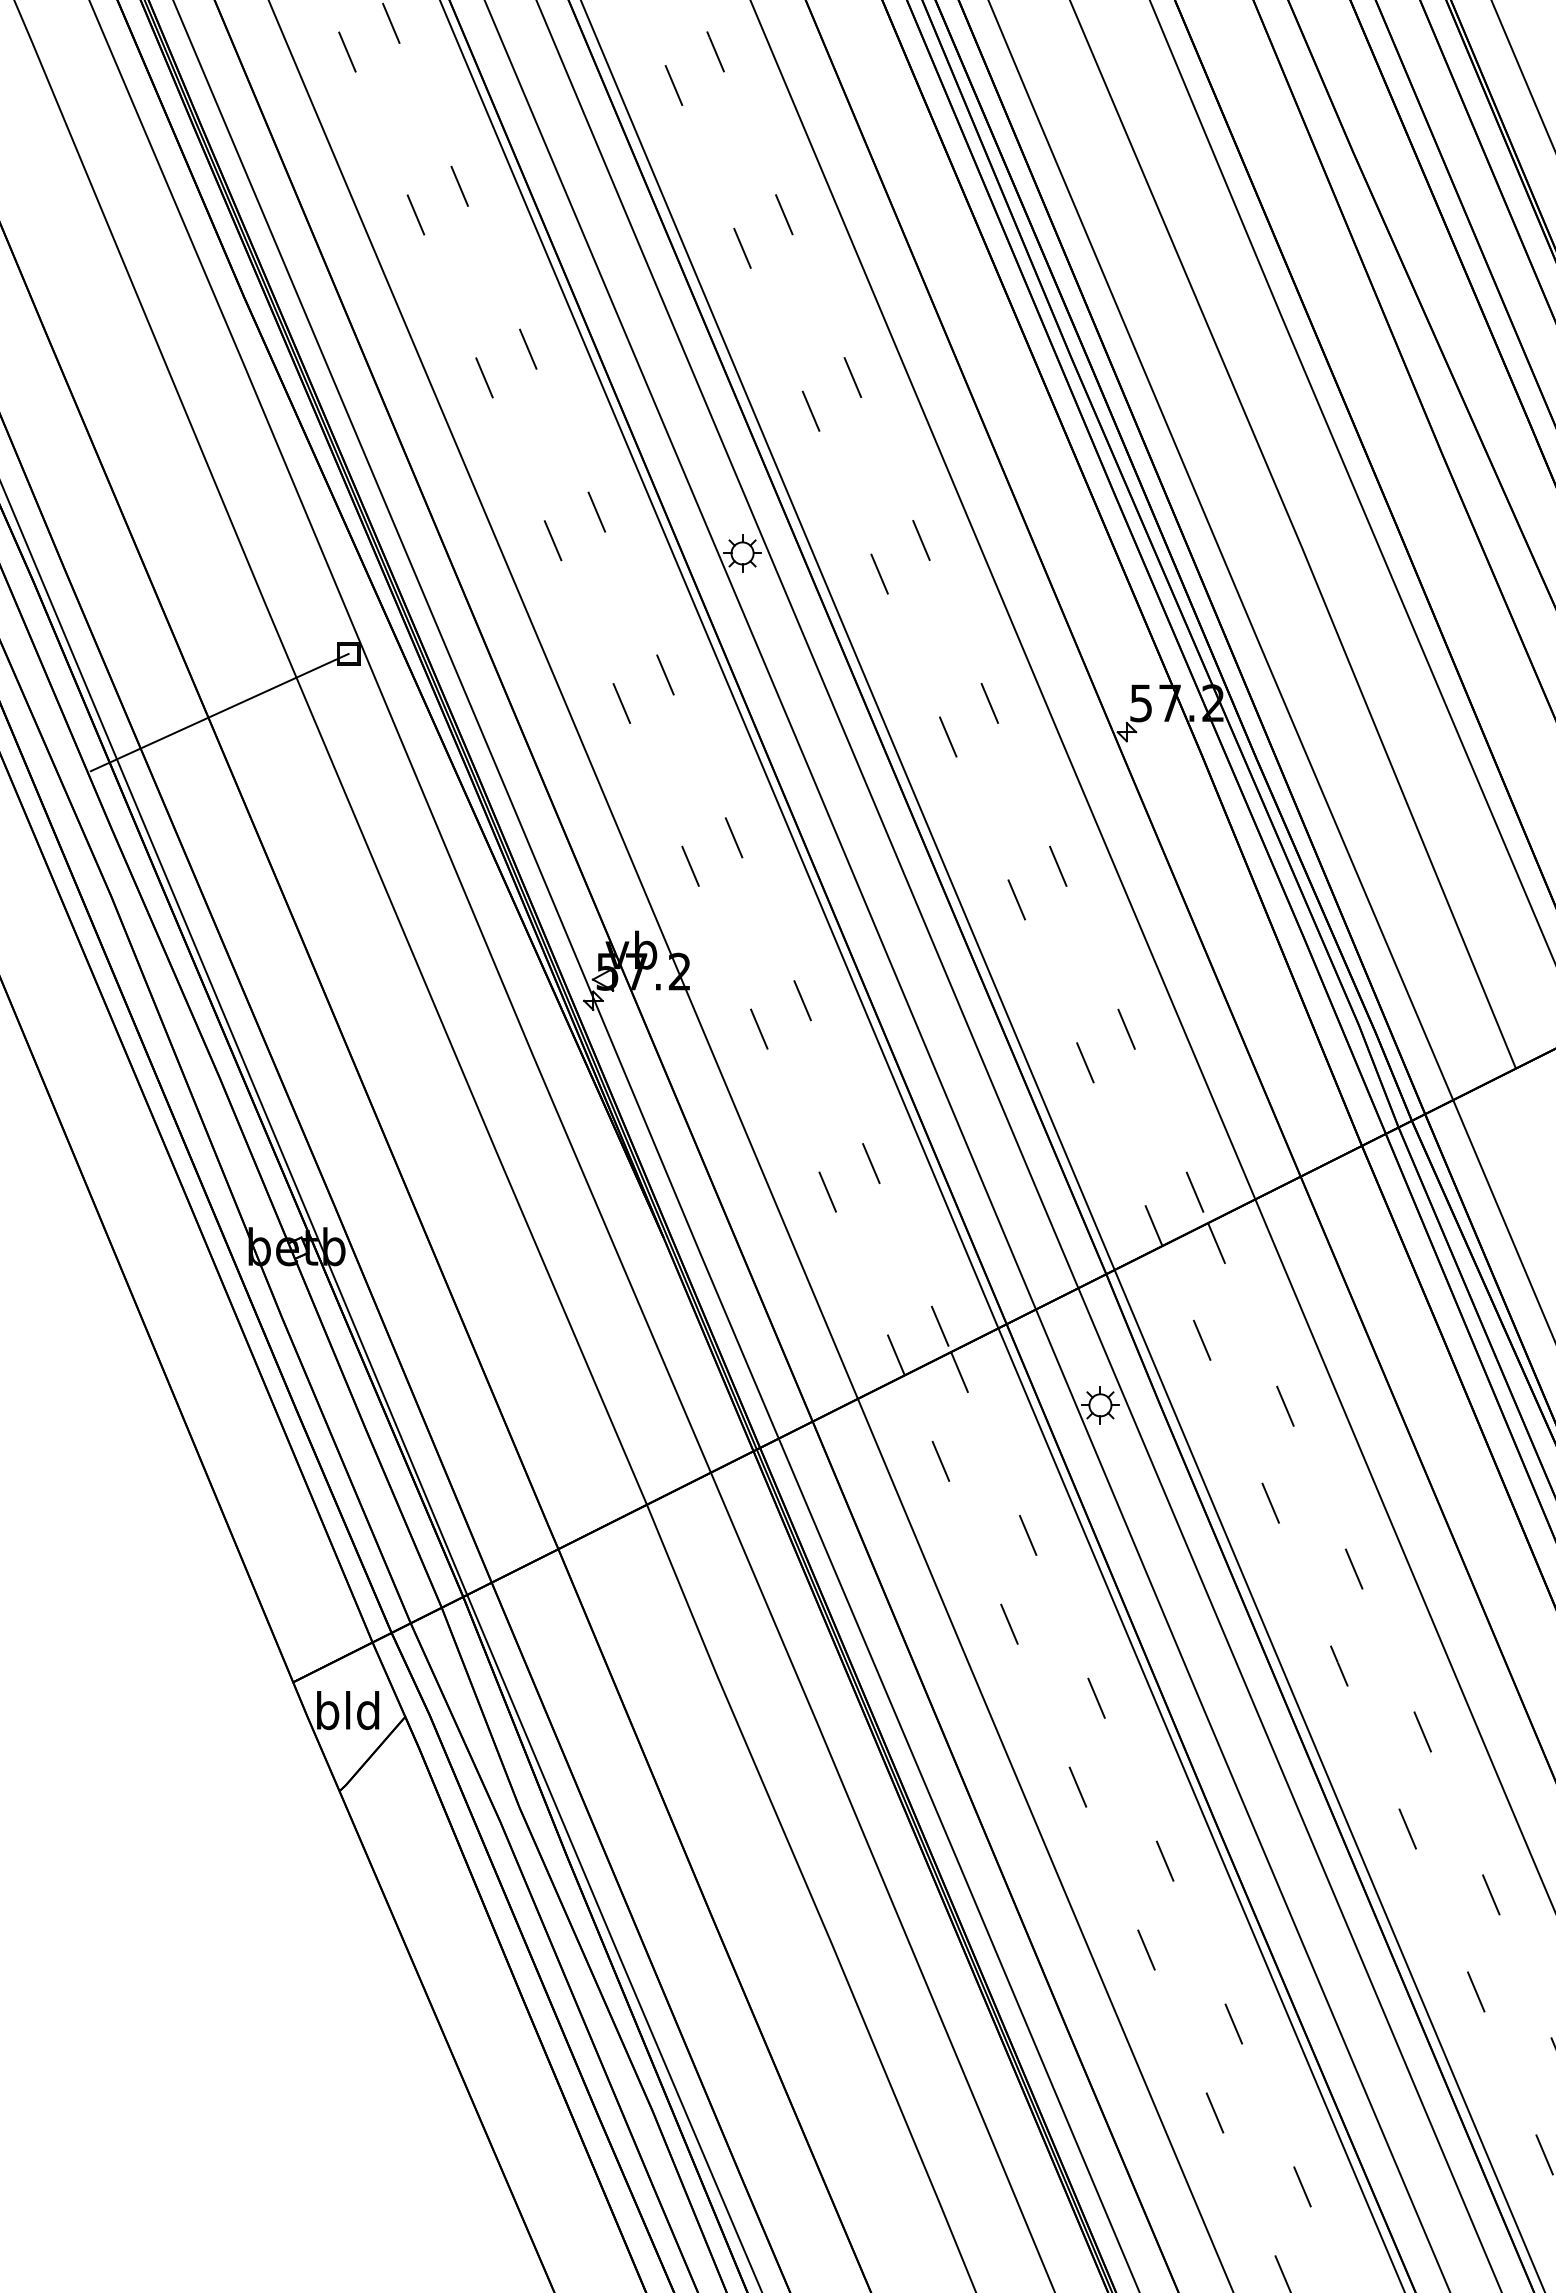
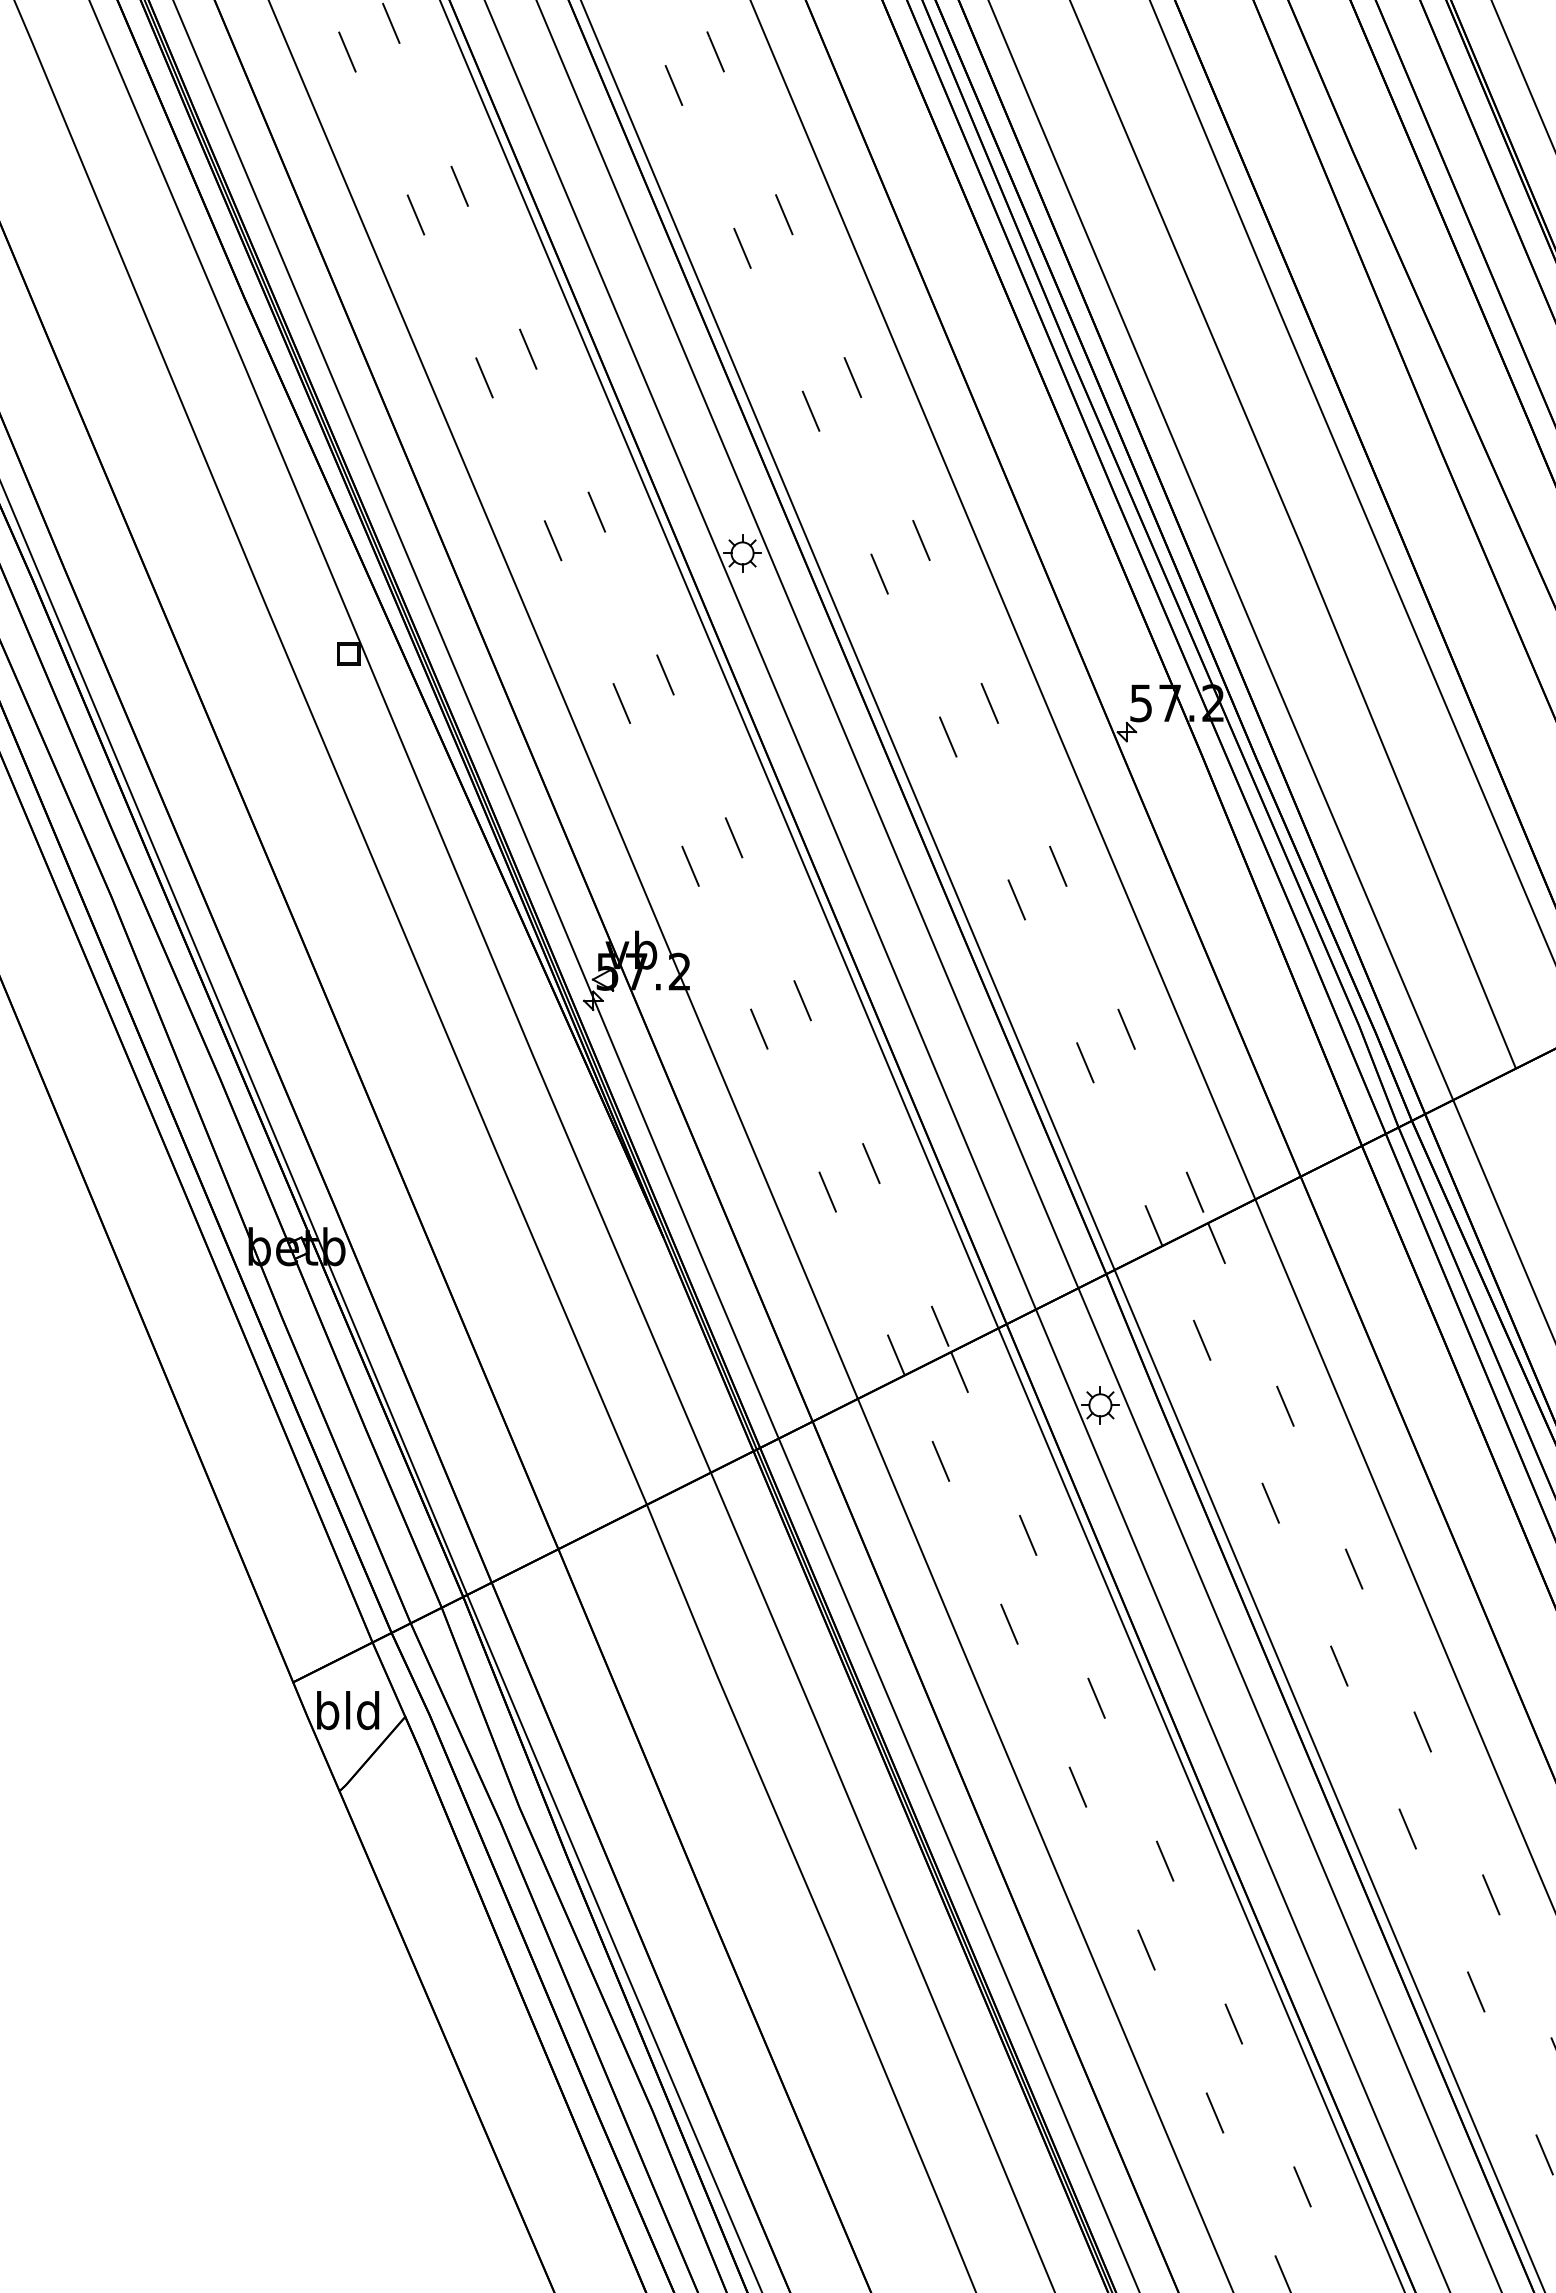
line at (219, 712): present -> none
